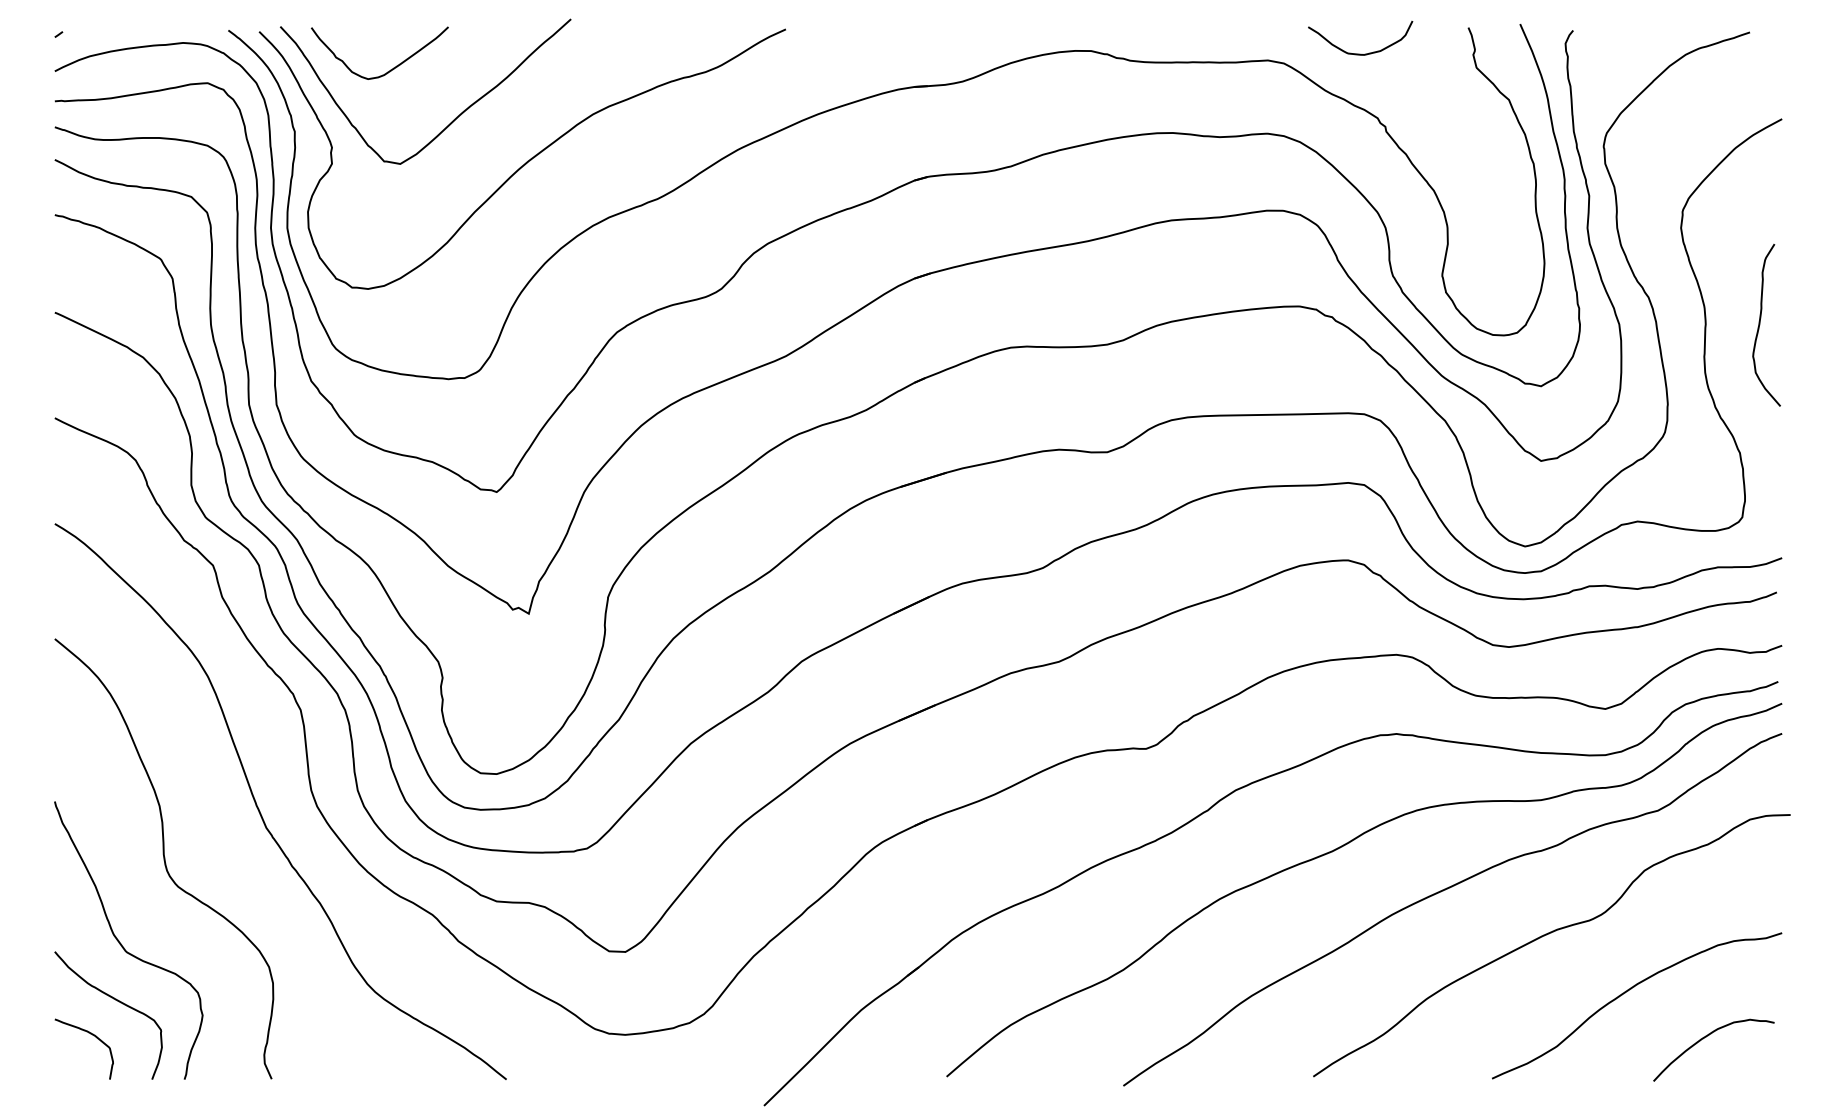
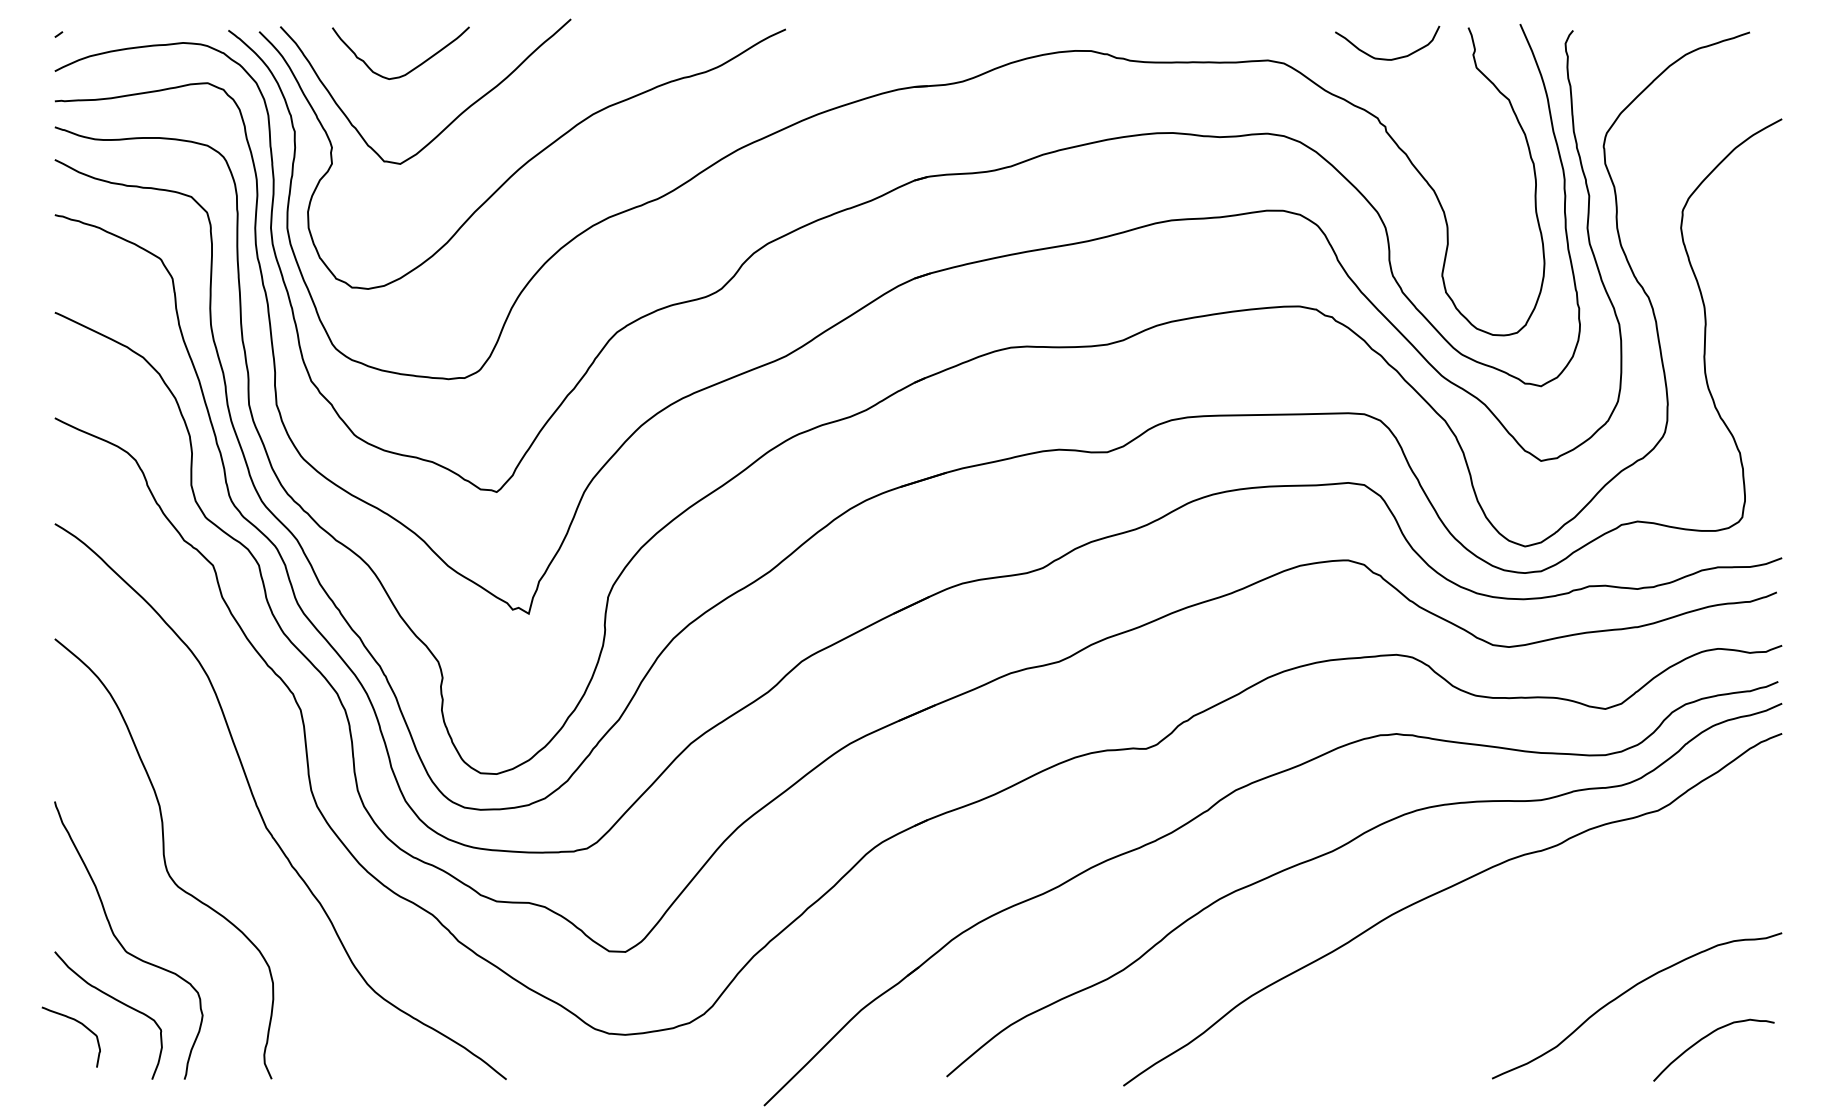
curve at (1360, 53) position: (1360, 53) -> (1387, 58)
curve at (390, 69) position: (390, 69) -> (411, 69)
curve at (1760, 324): present -> none
curve at (1549, 934): present -> none
curve at (90, 1034) position: (90, 1034) -> (77, 1022)
